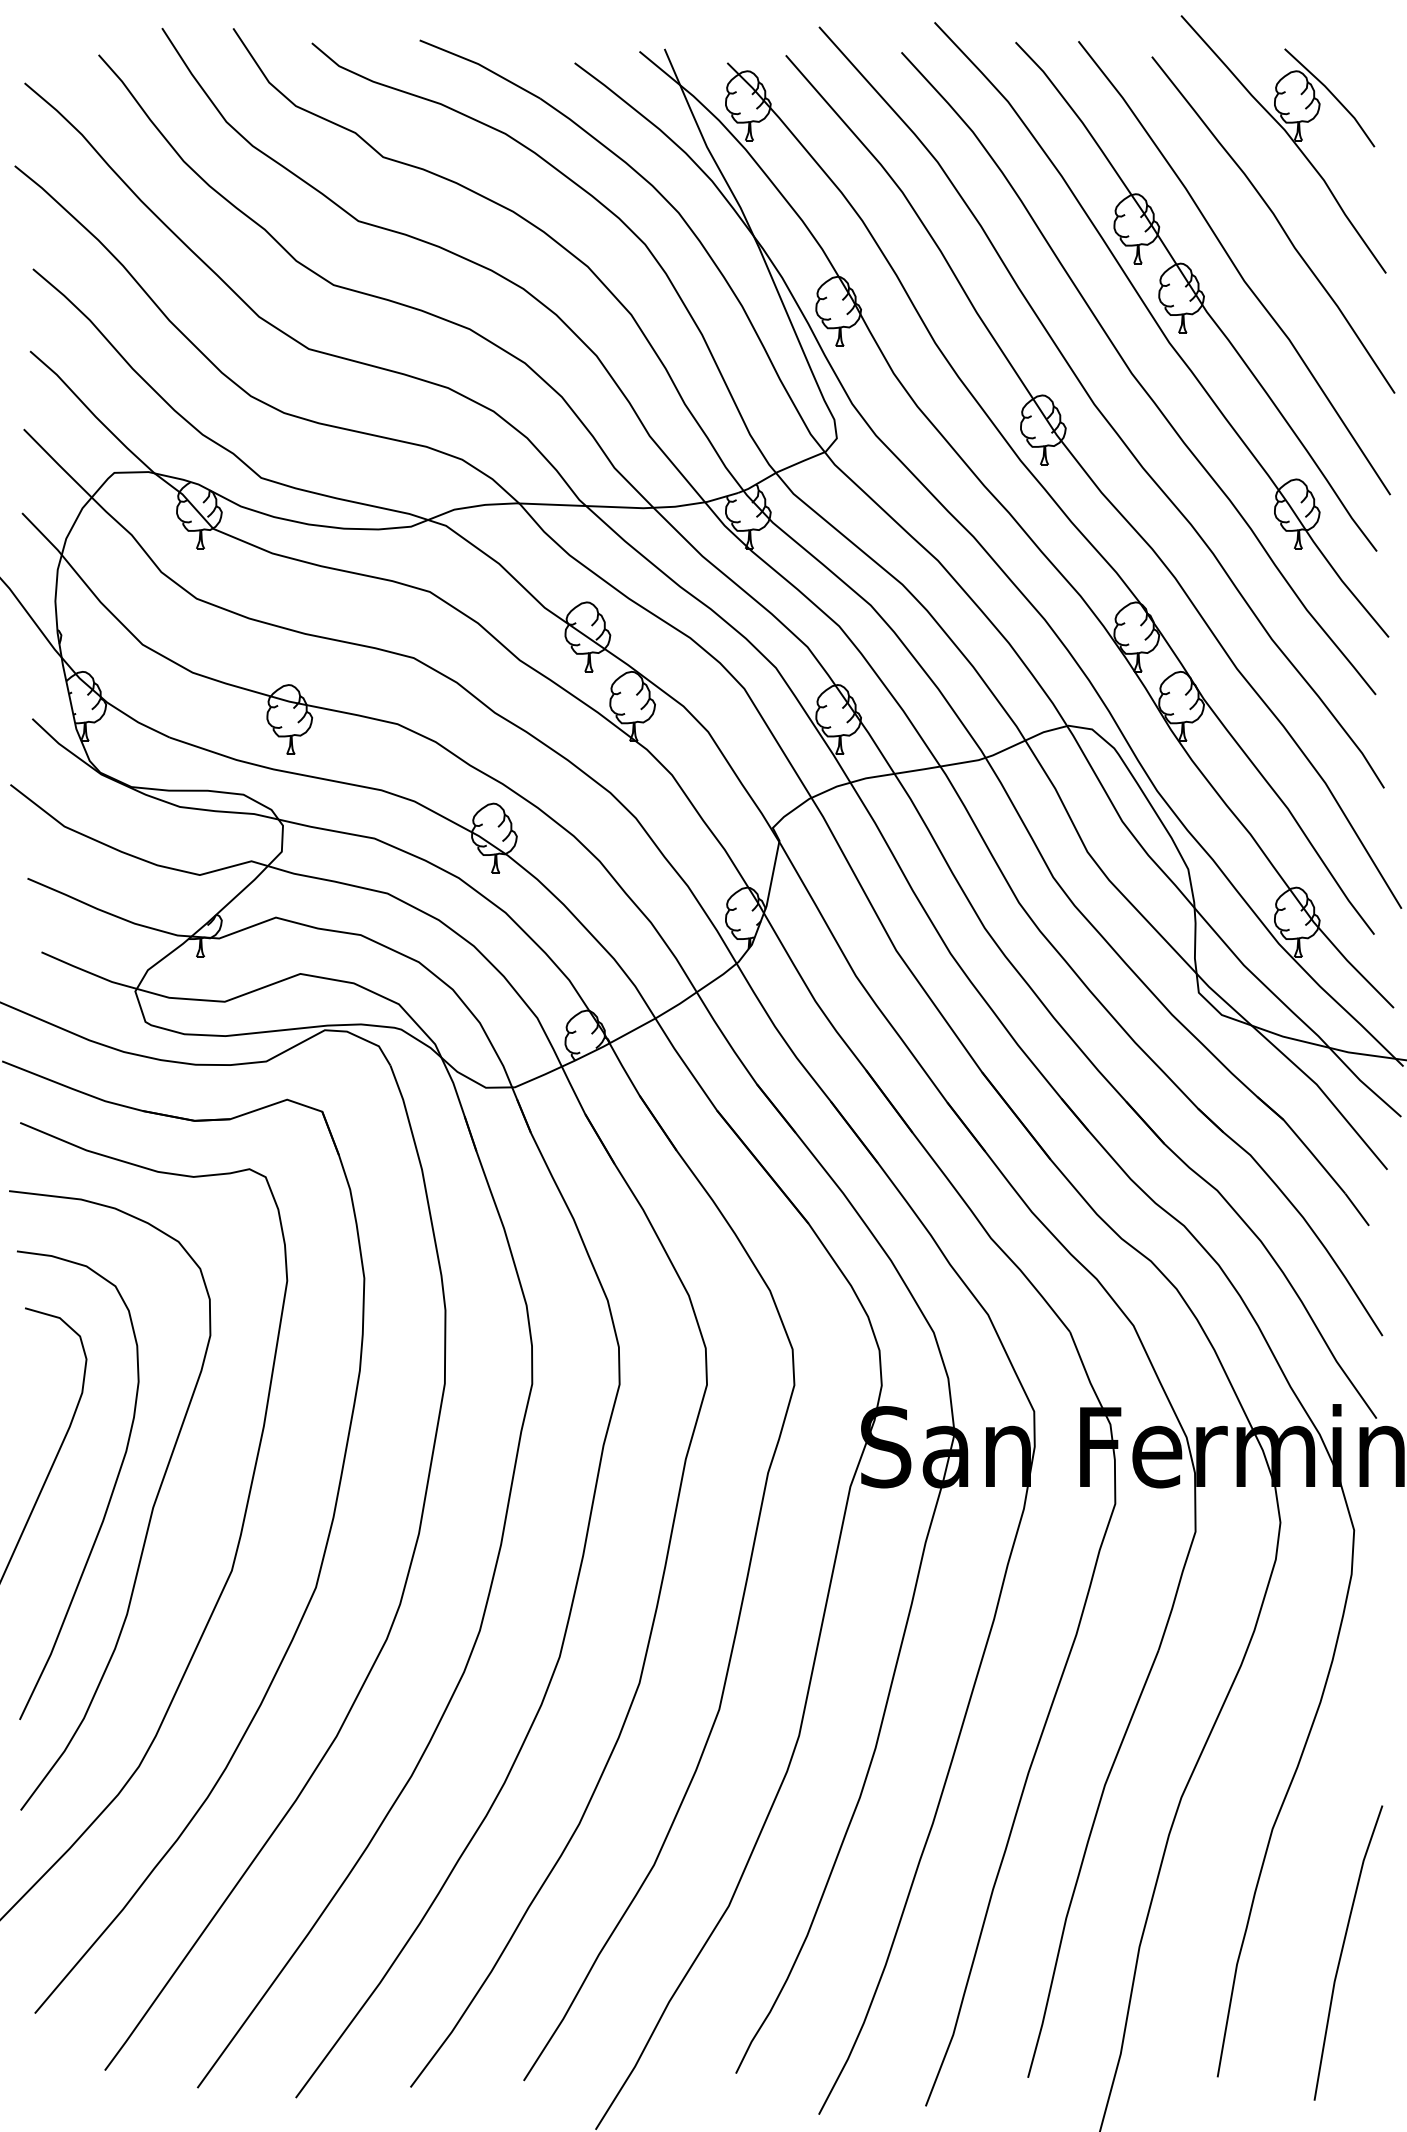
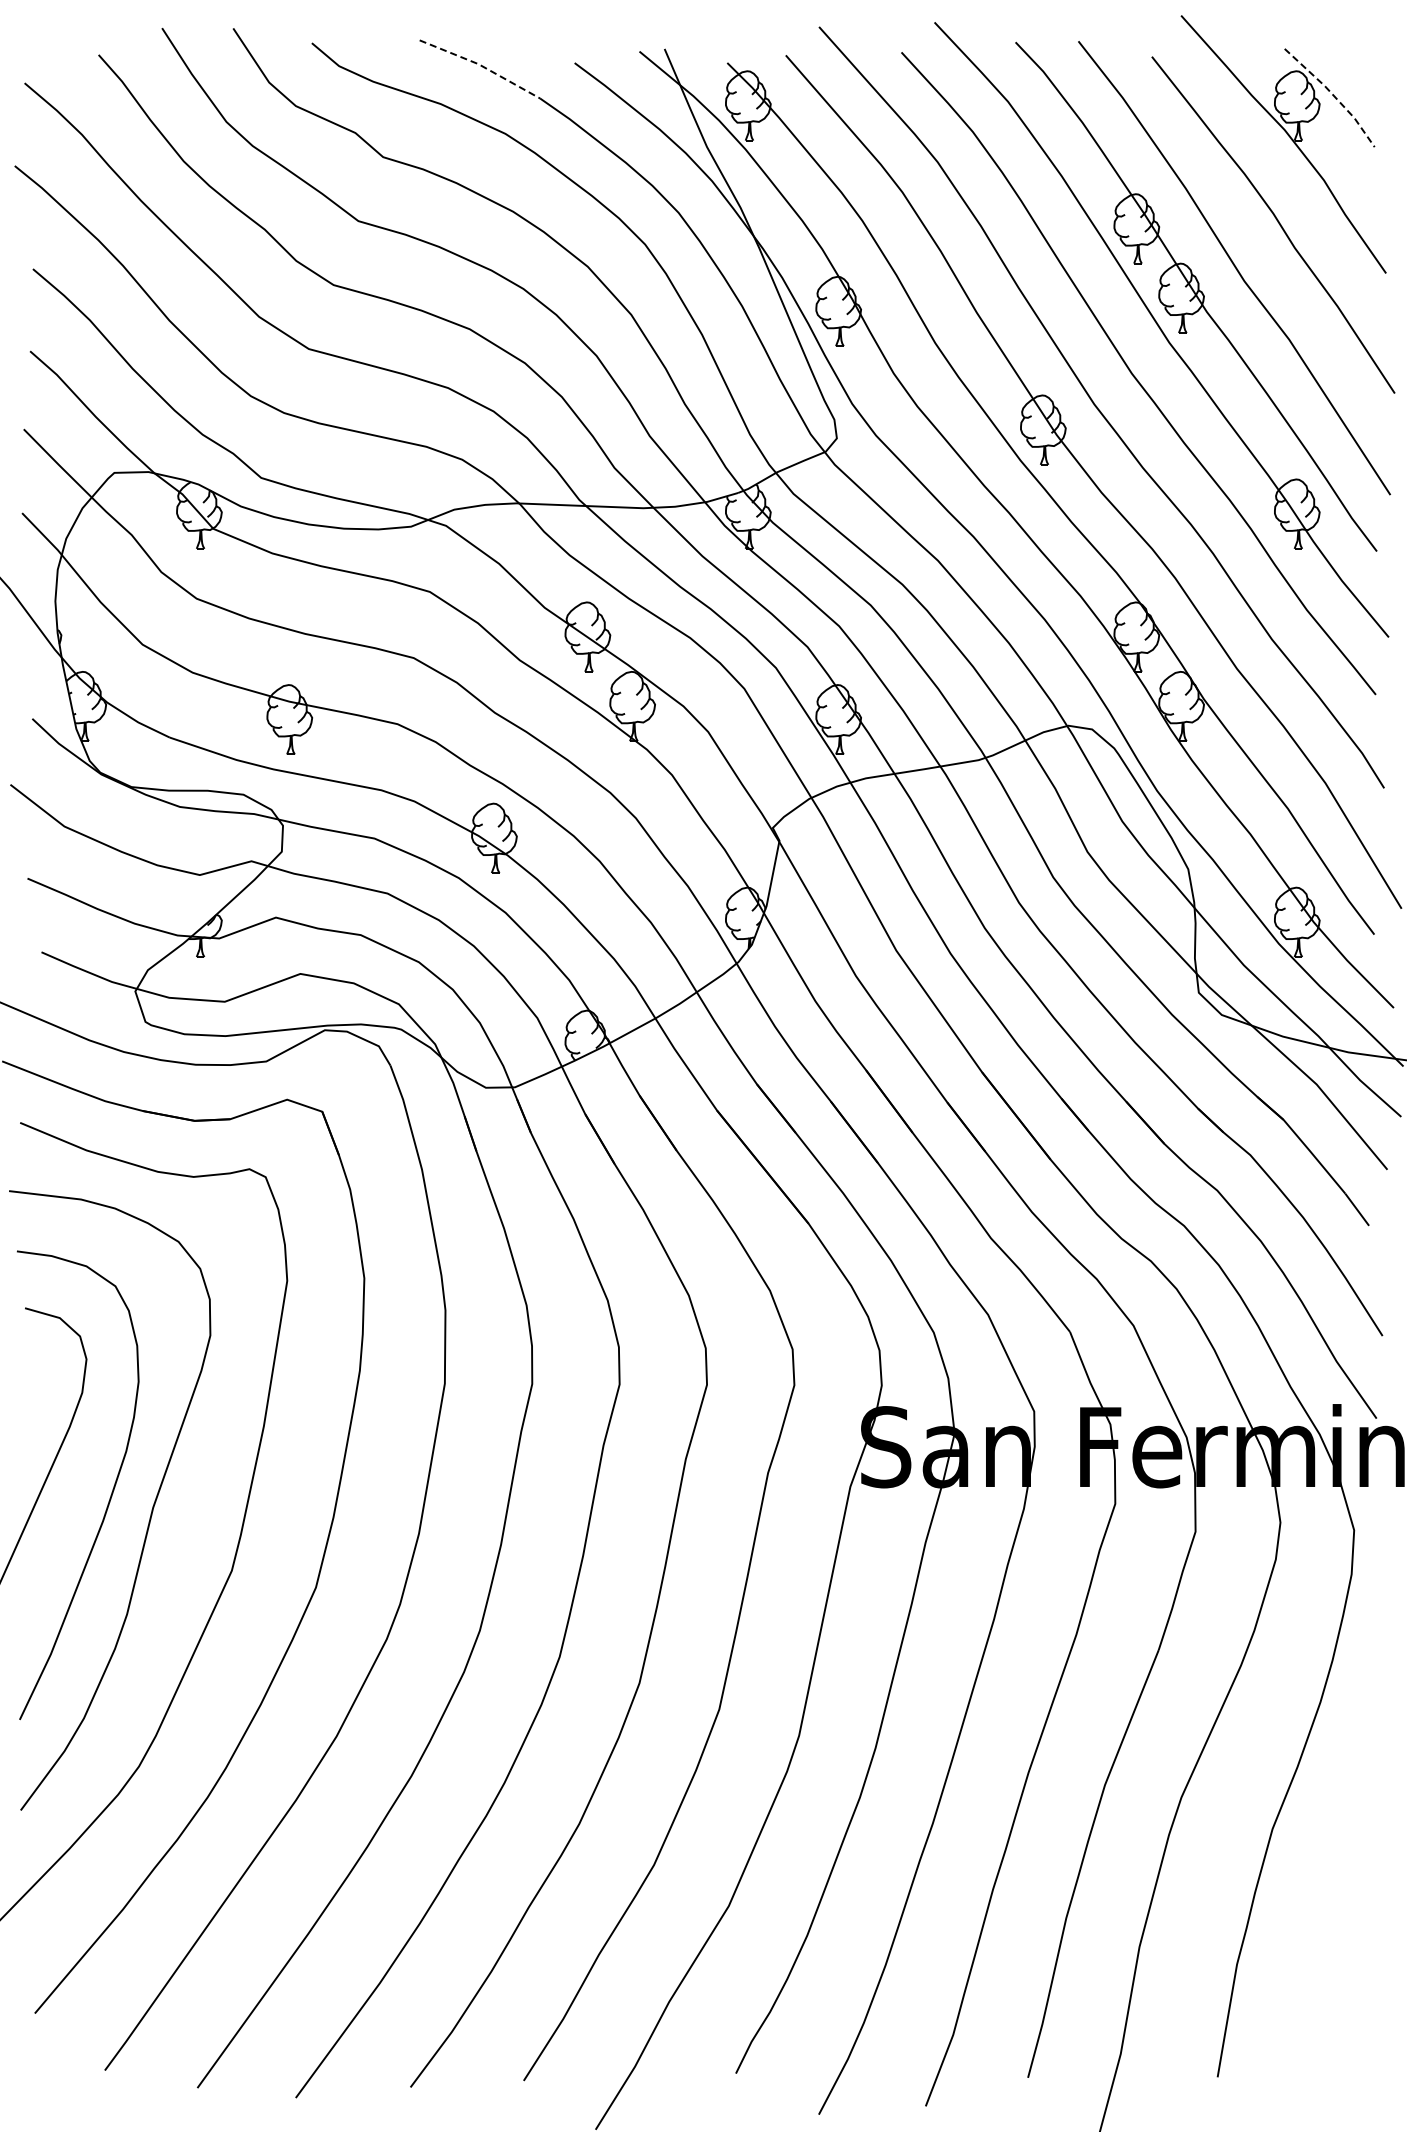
line at (481, 65): solid -> dashed
line at (1333, 95): solid -> dashed
curve at (1343, 1949): present -> none
